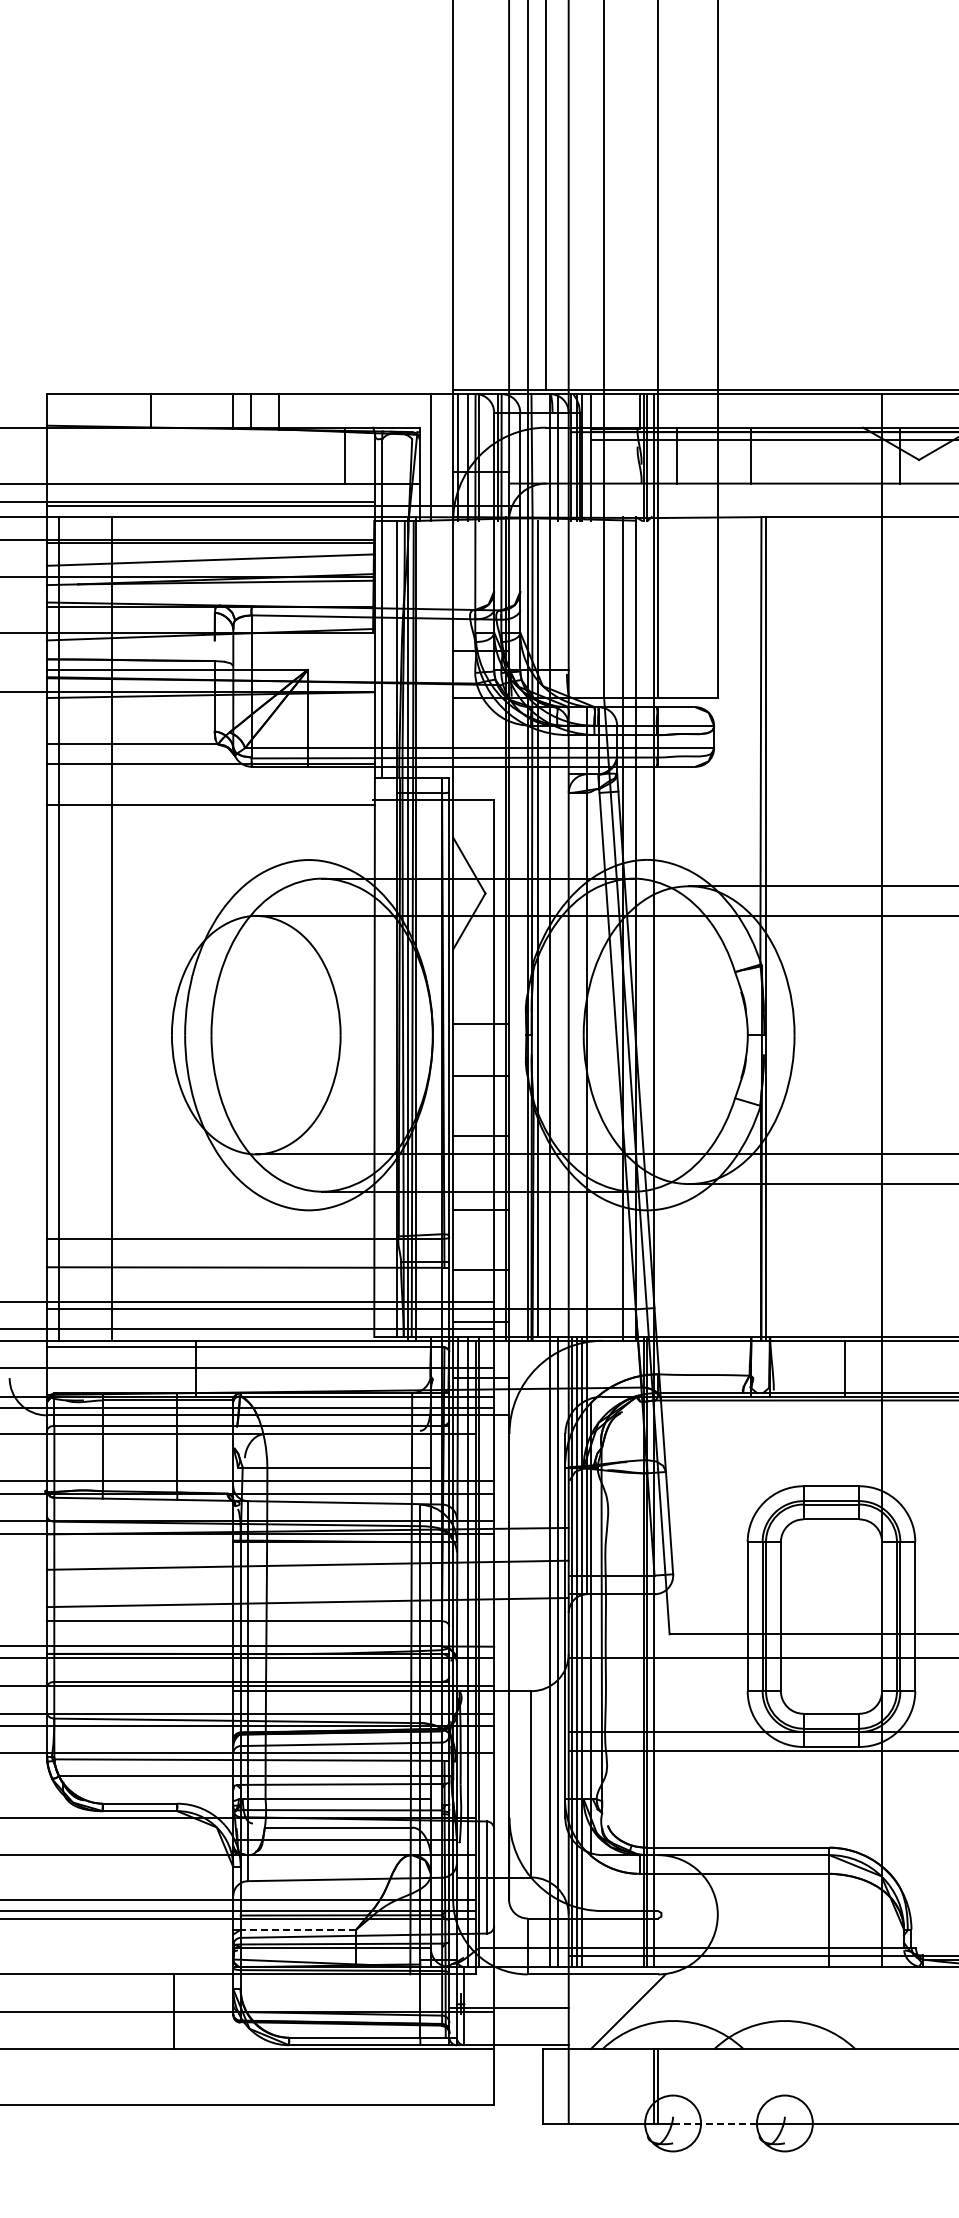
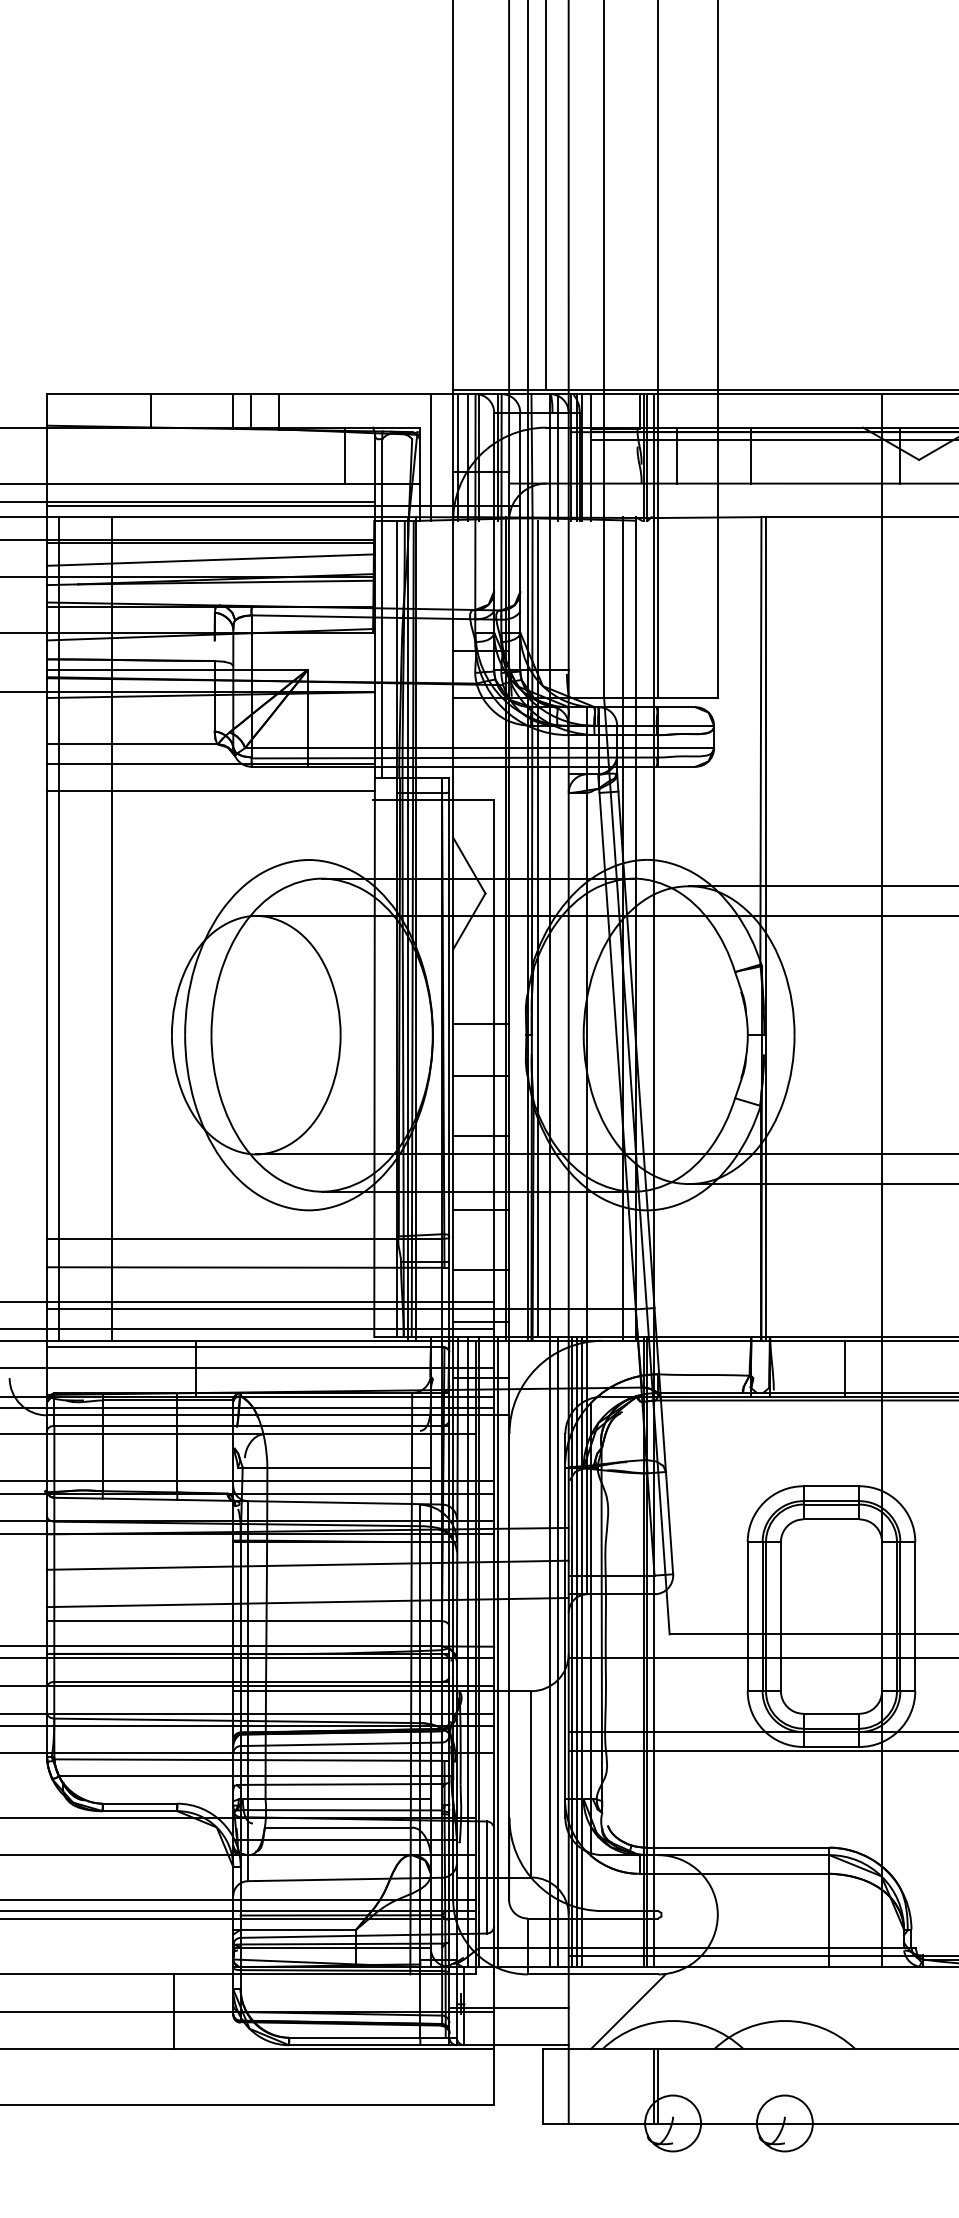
line at (210, 805) position: (210, 805) -> (210, 791)
line at (497, 1651): none -> present
line at (298, 1929): dashed -> solid
line at (715, 2123): dashed -> solid
